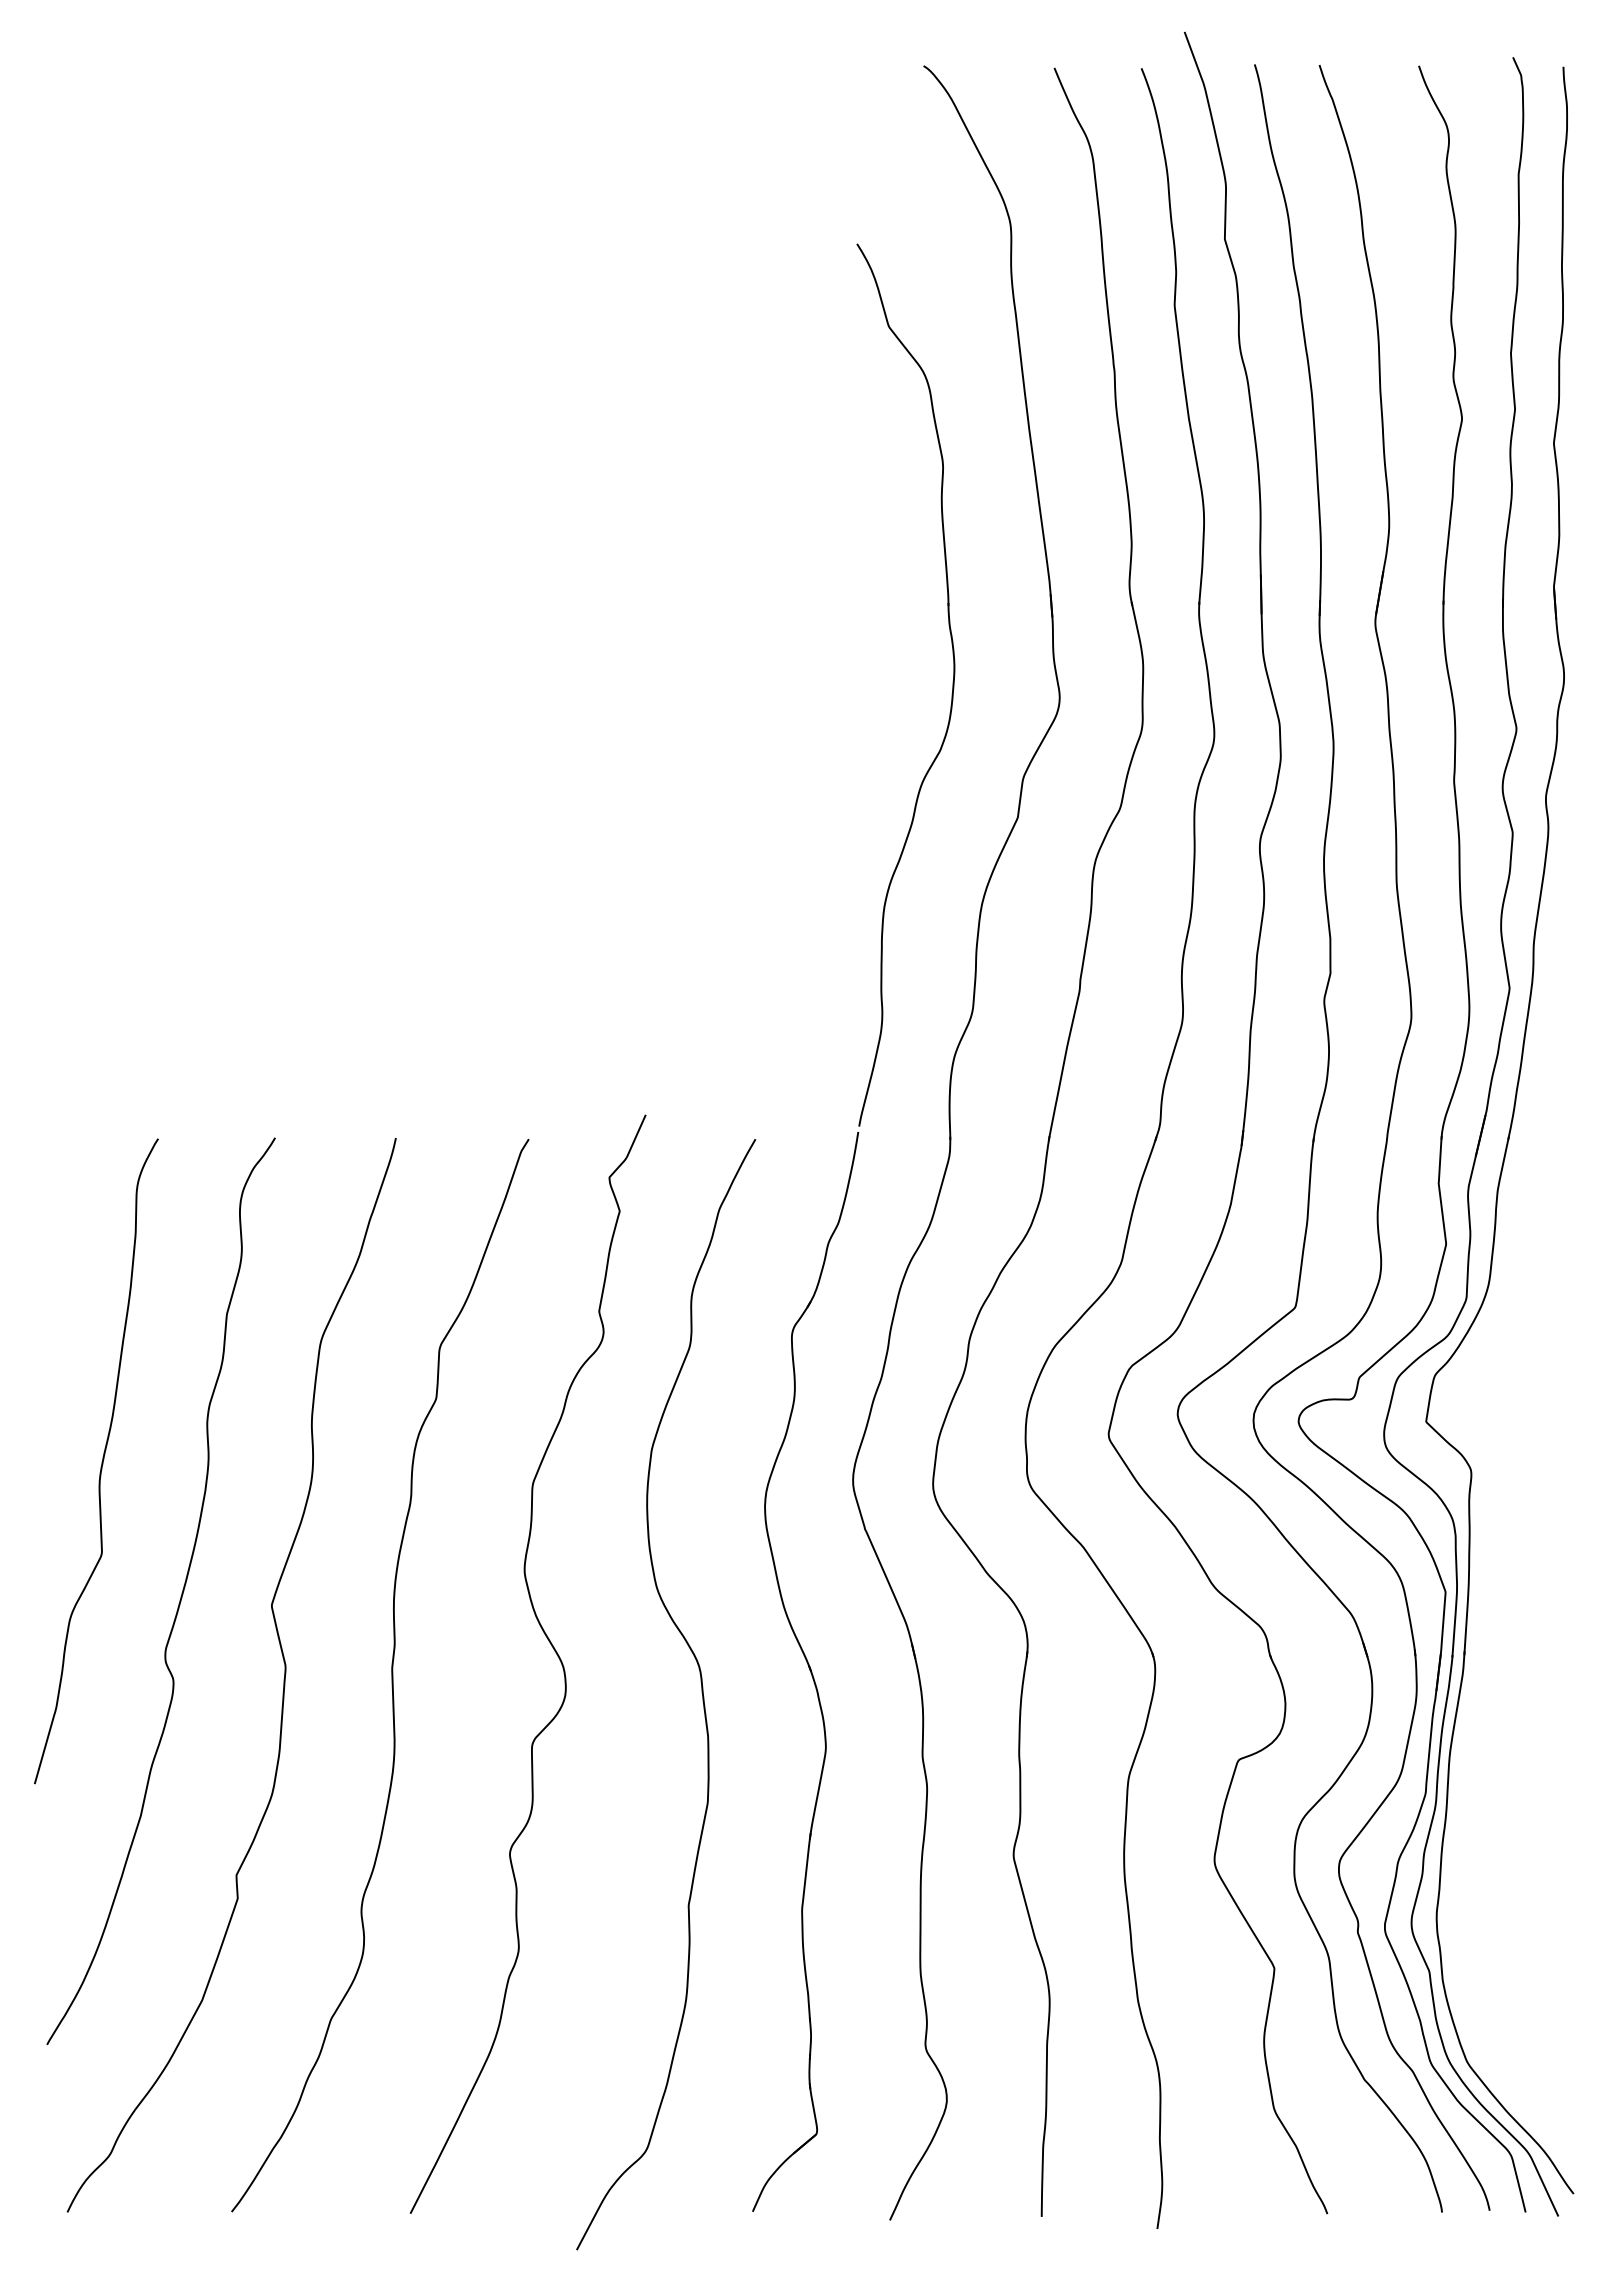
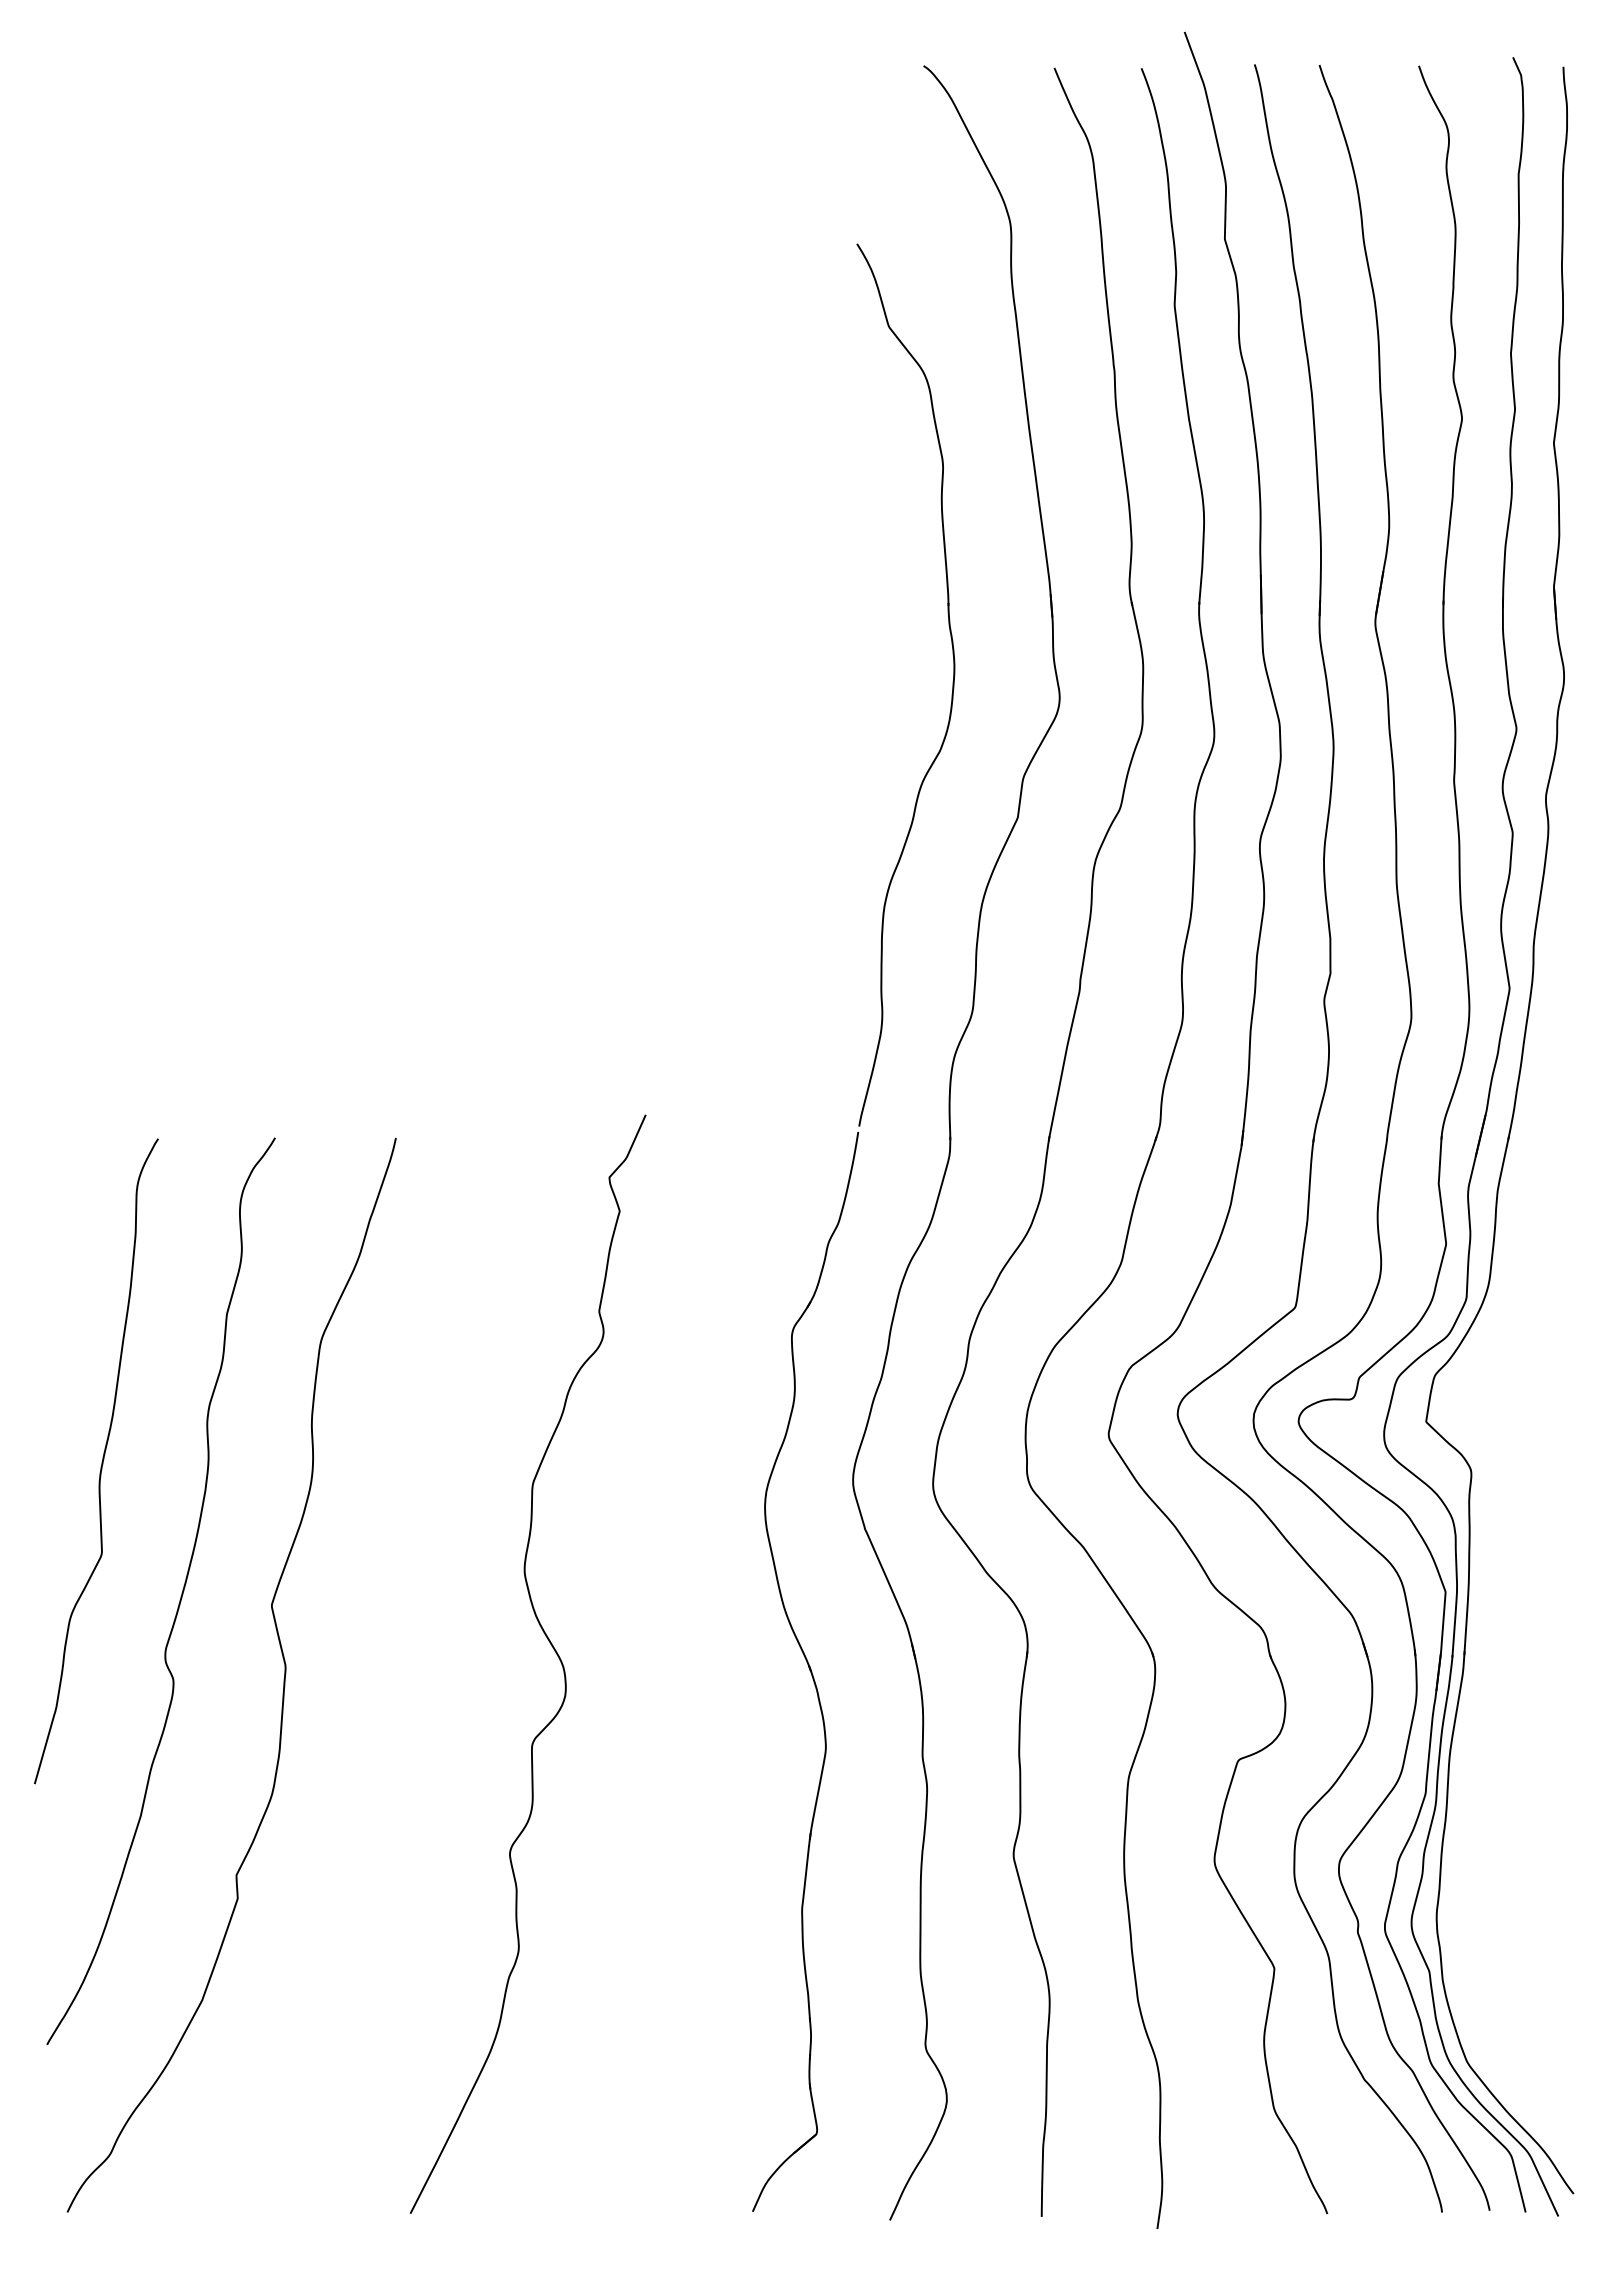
curve at (391, 1675): present -> none
curve at (701, 1692): present -> none
